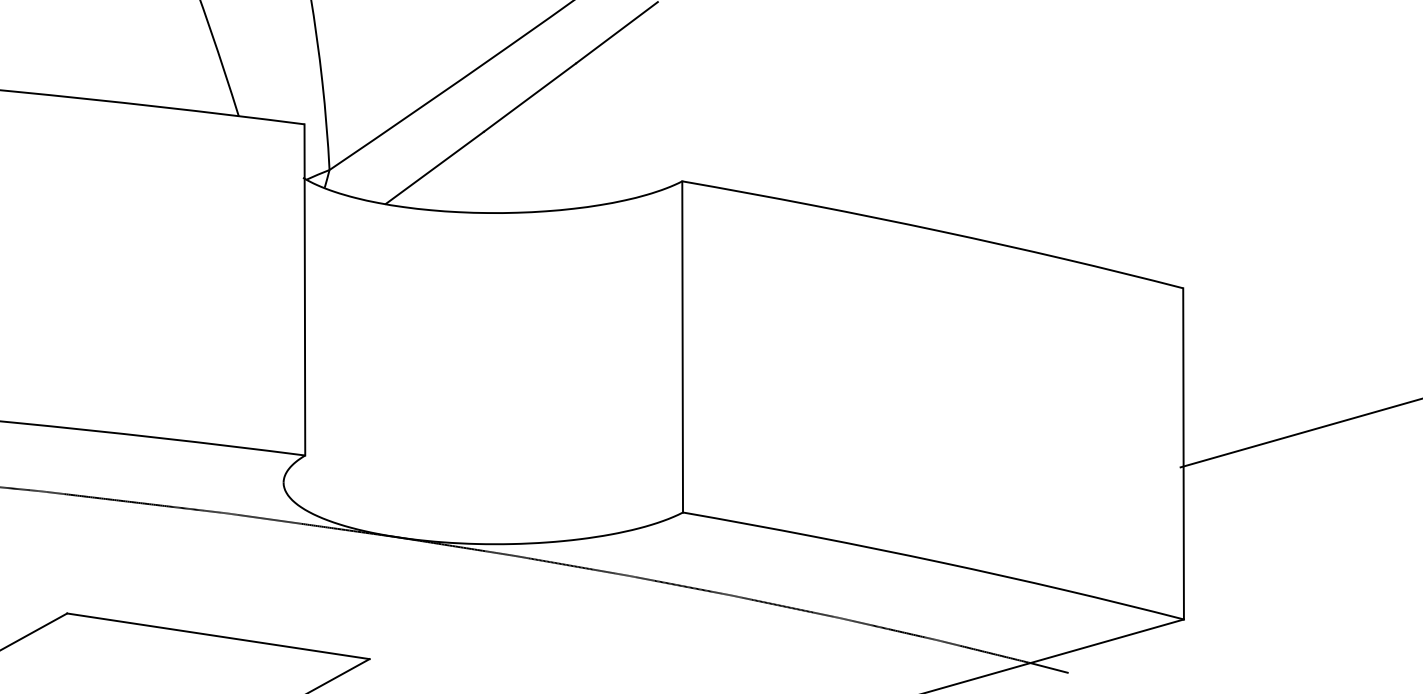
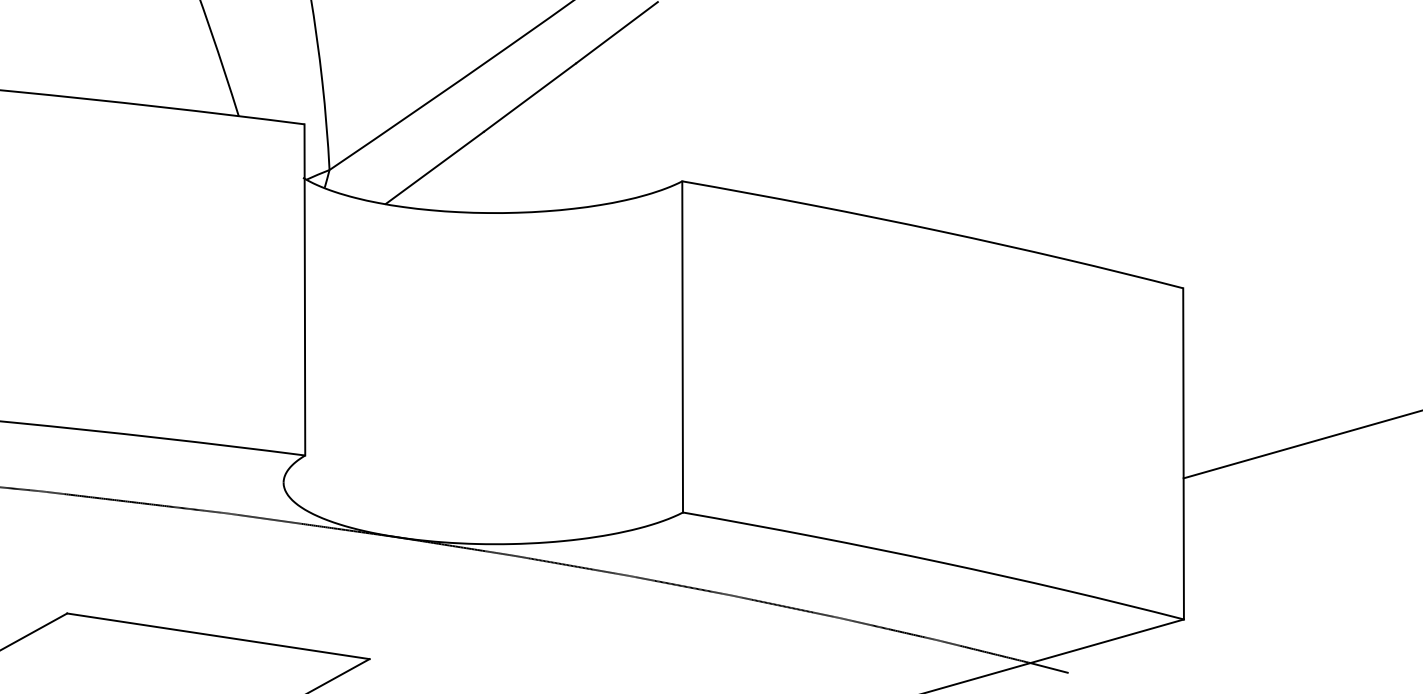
line at (1299, 433) position: (1299, 433) -> (1301, 444)
